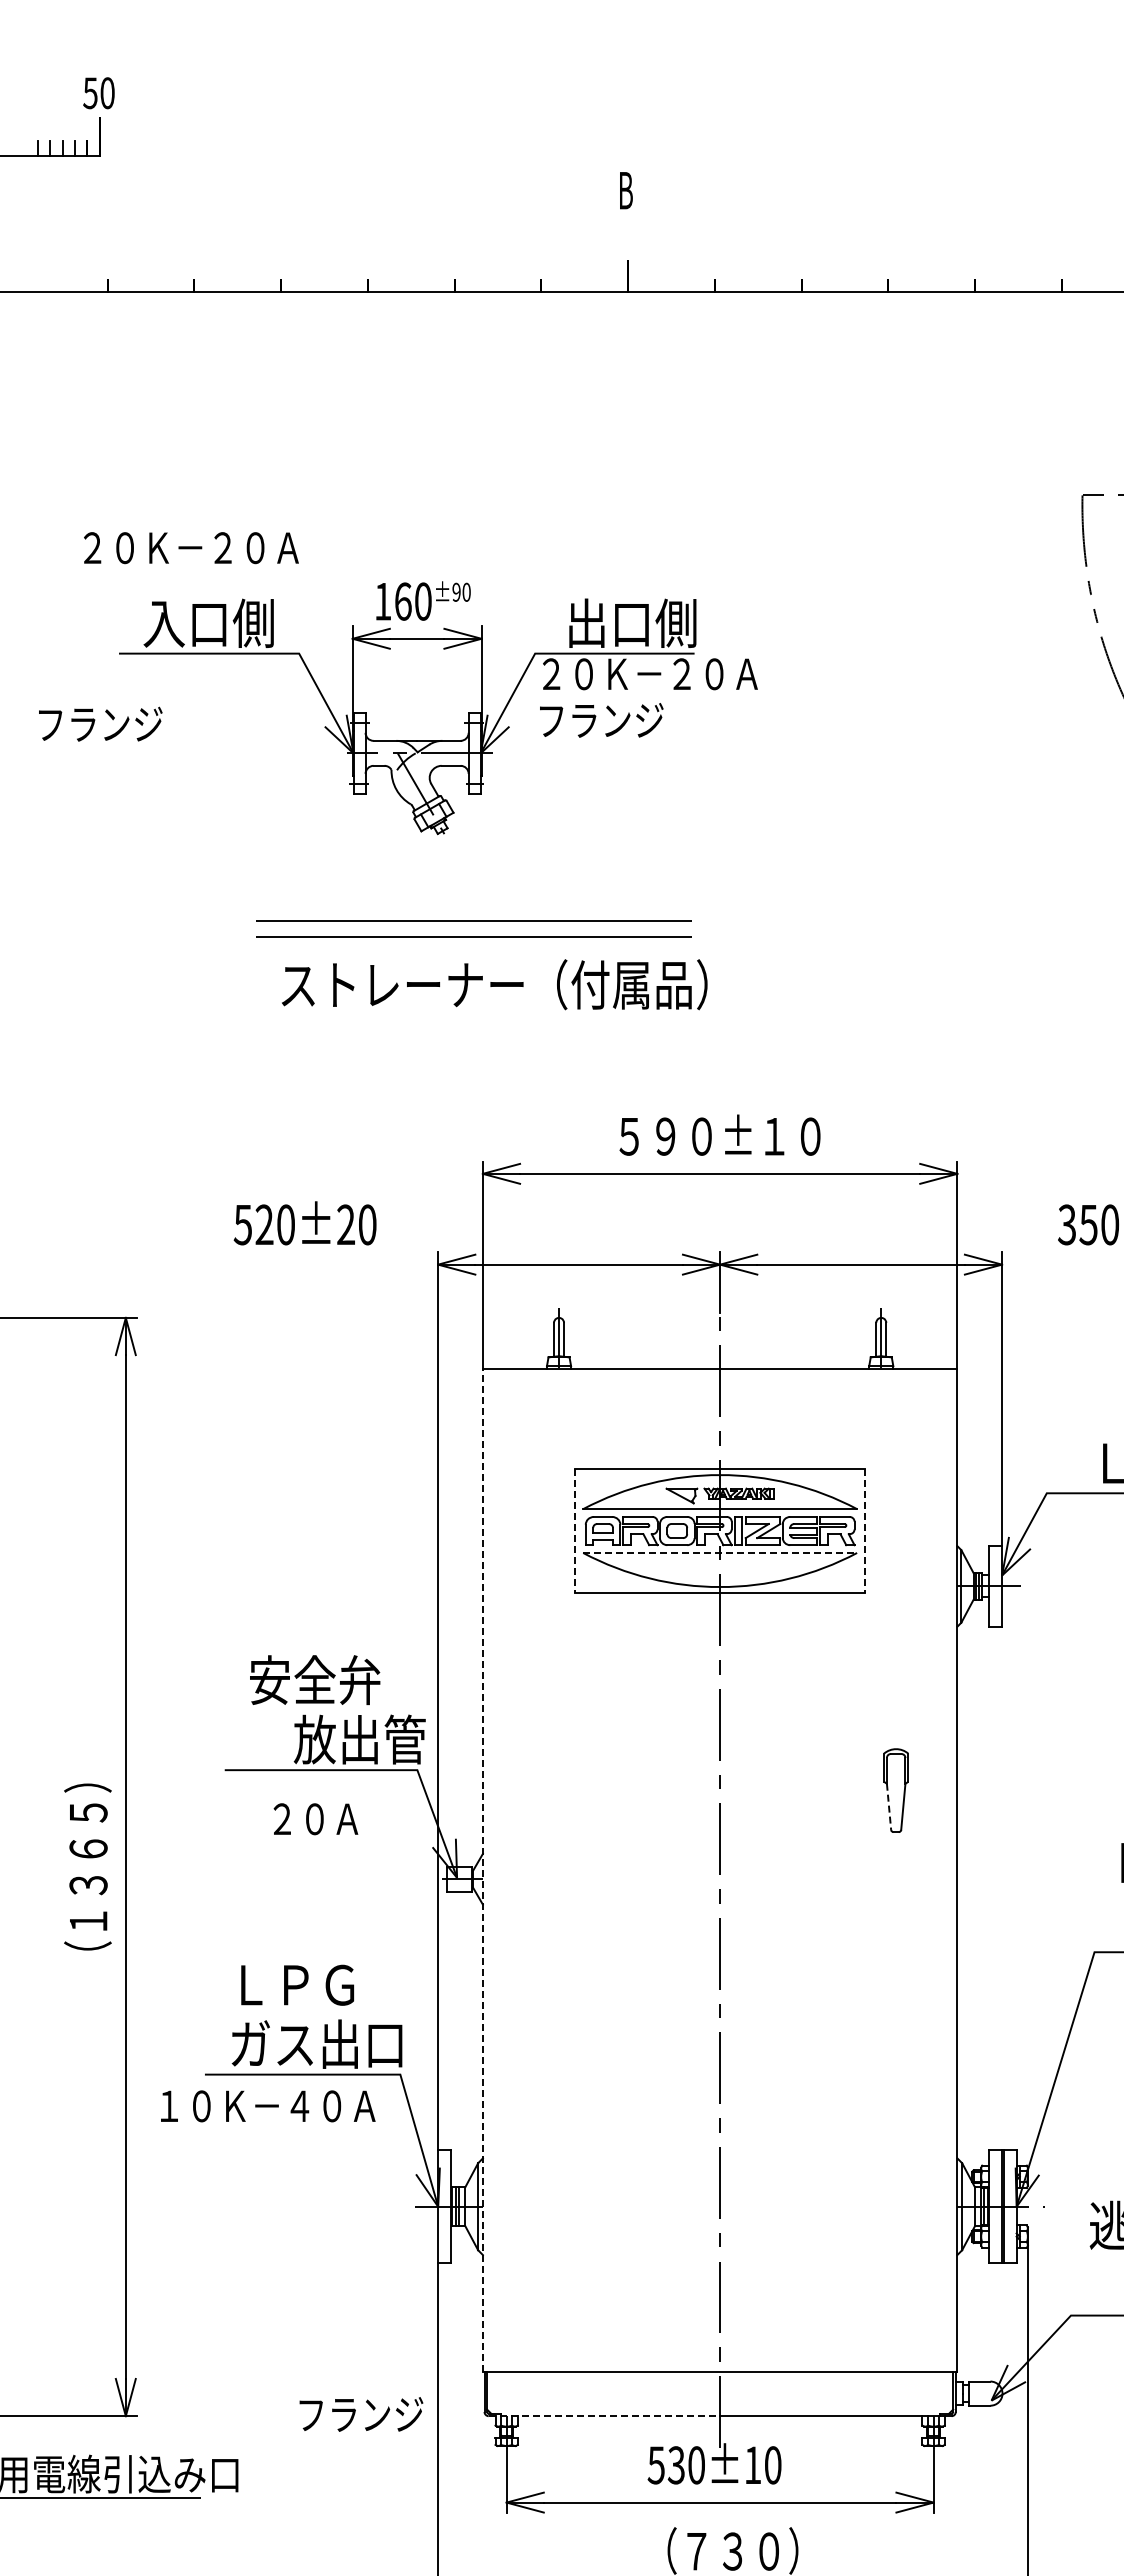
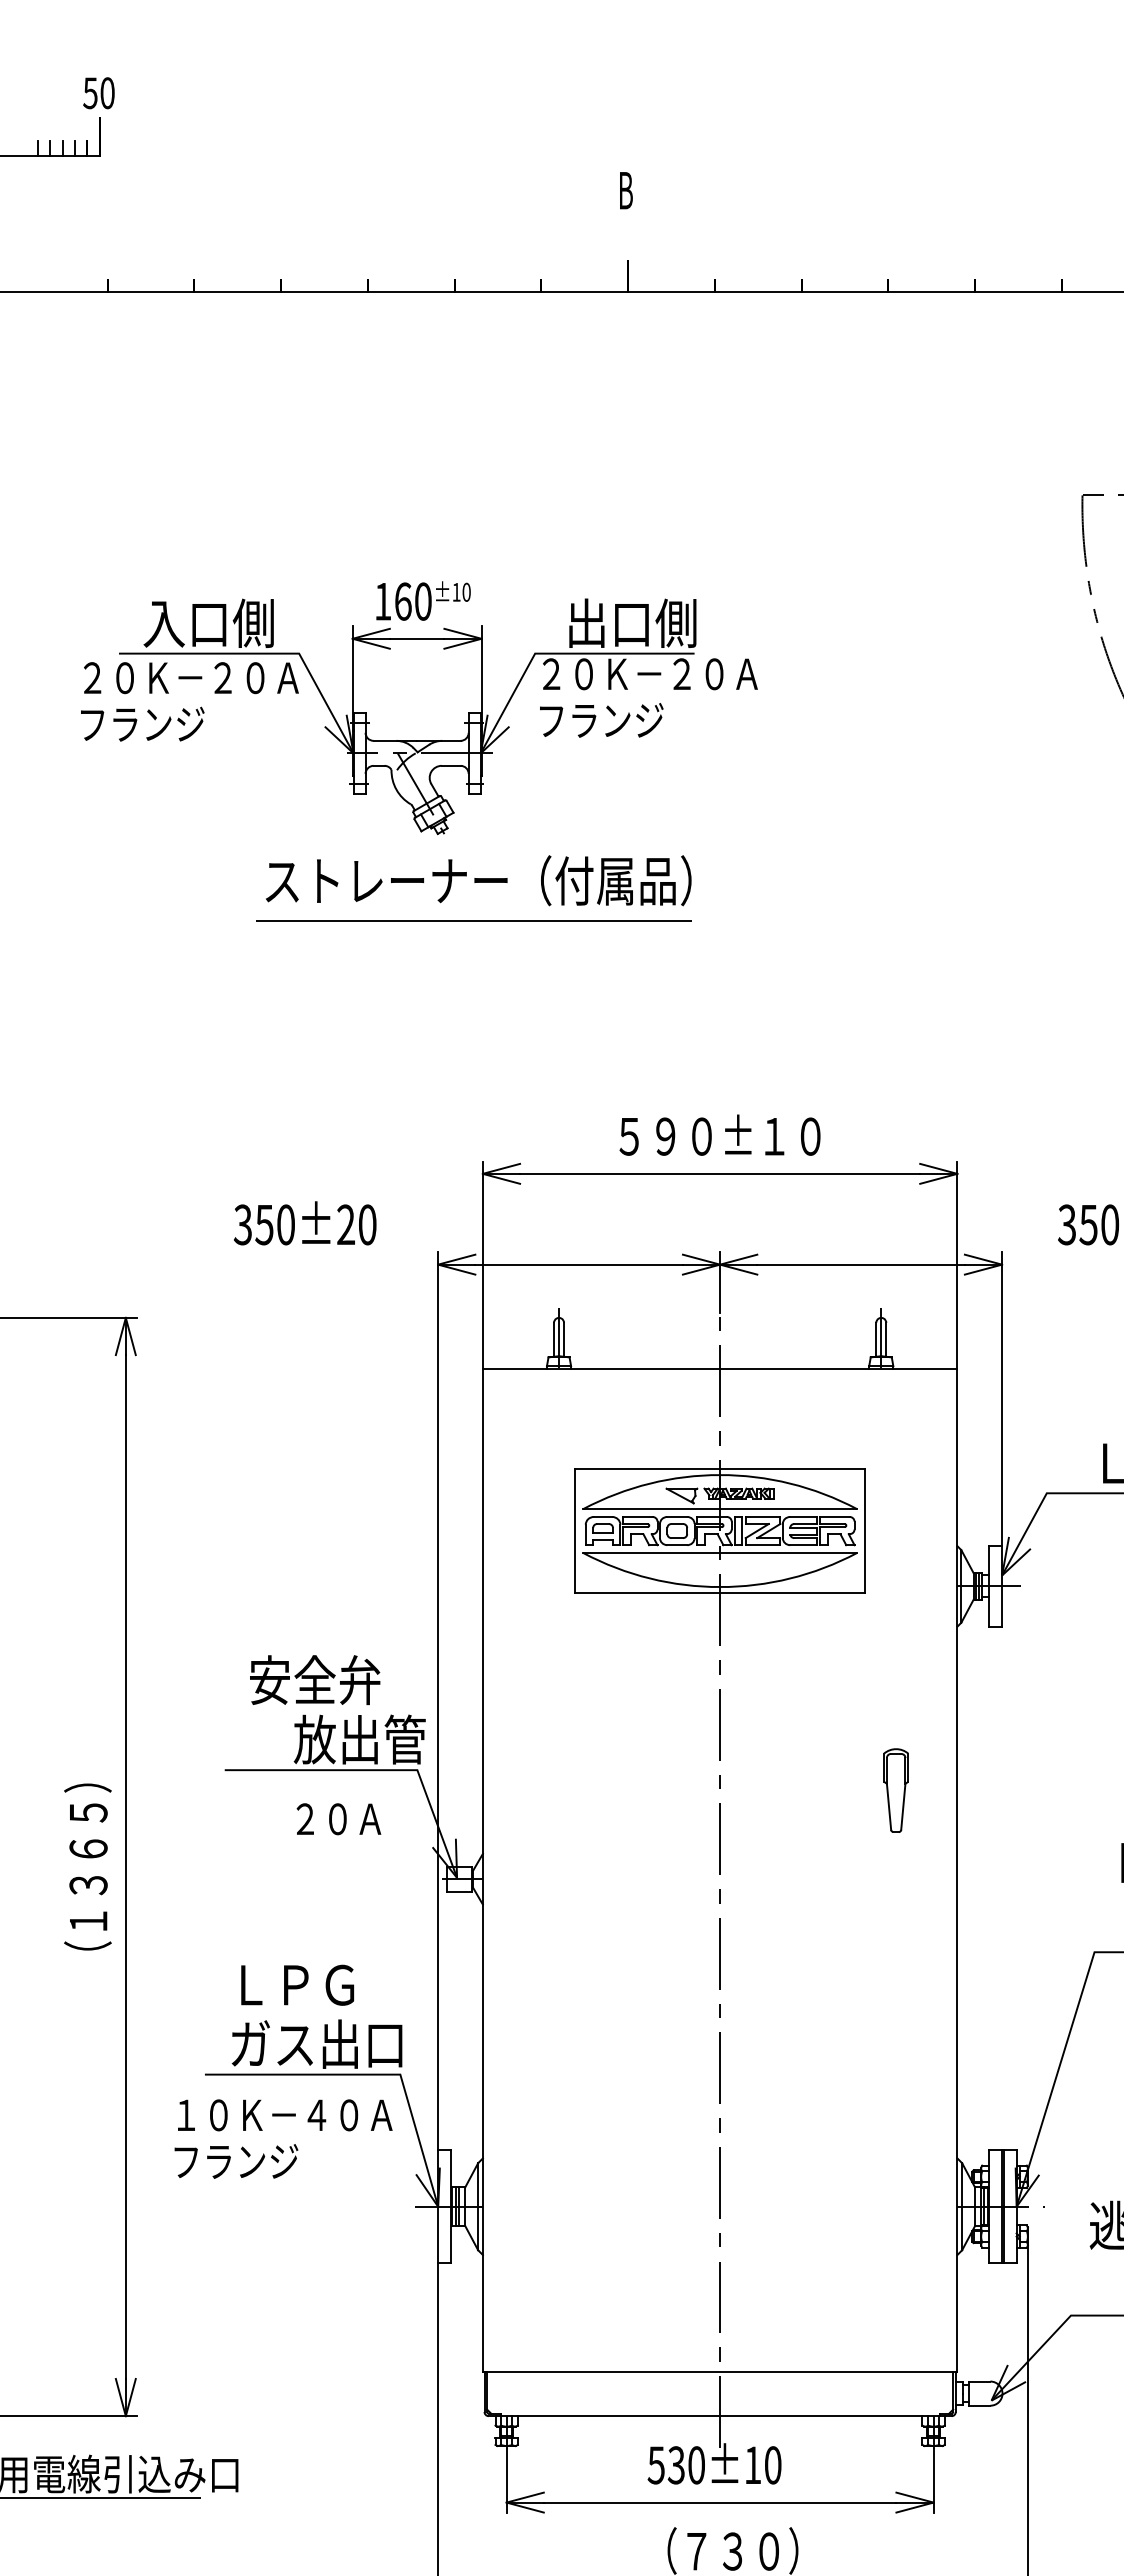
text at (191, 548) position: (191, 548) -> (191, 678)
text at (456, 591): ±90 -> ±10
text at (100, 723) position: (100, 723) -> (142, 723)
line at (473, 936): present -> none
text at (494, 984) position: (494, 984) -> (478, 880)
text at (253, 1224): 520±20 -> 350±20
line at (575, 1531): dashed -> solid
line at (865, 1531): dashed -> solid
line at (720, 1552): dashed -> solid
line at (889, 1807): dashed -> solid
text at (315, 1819) position: (315, 1819) -> (338, 1819)
line at (482, 1869): dashed -> solid
text at (268, 2106) position: (268, 2106) -> (285, 2115)
text at (361, 2414) position: (361, 2414) -> (236, 2161)
line at (604, 2416): dashed -> solid
